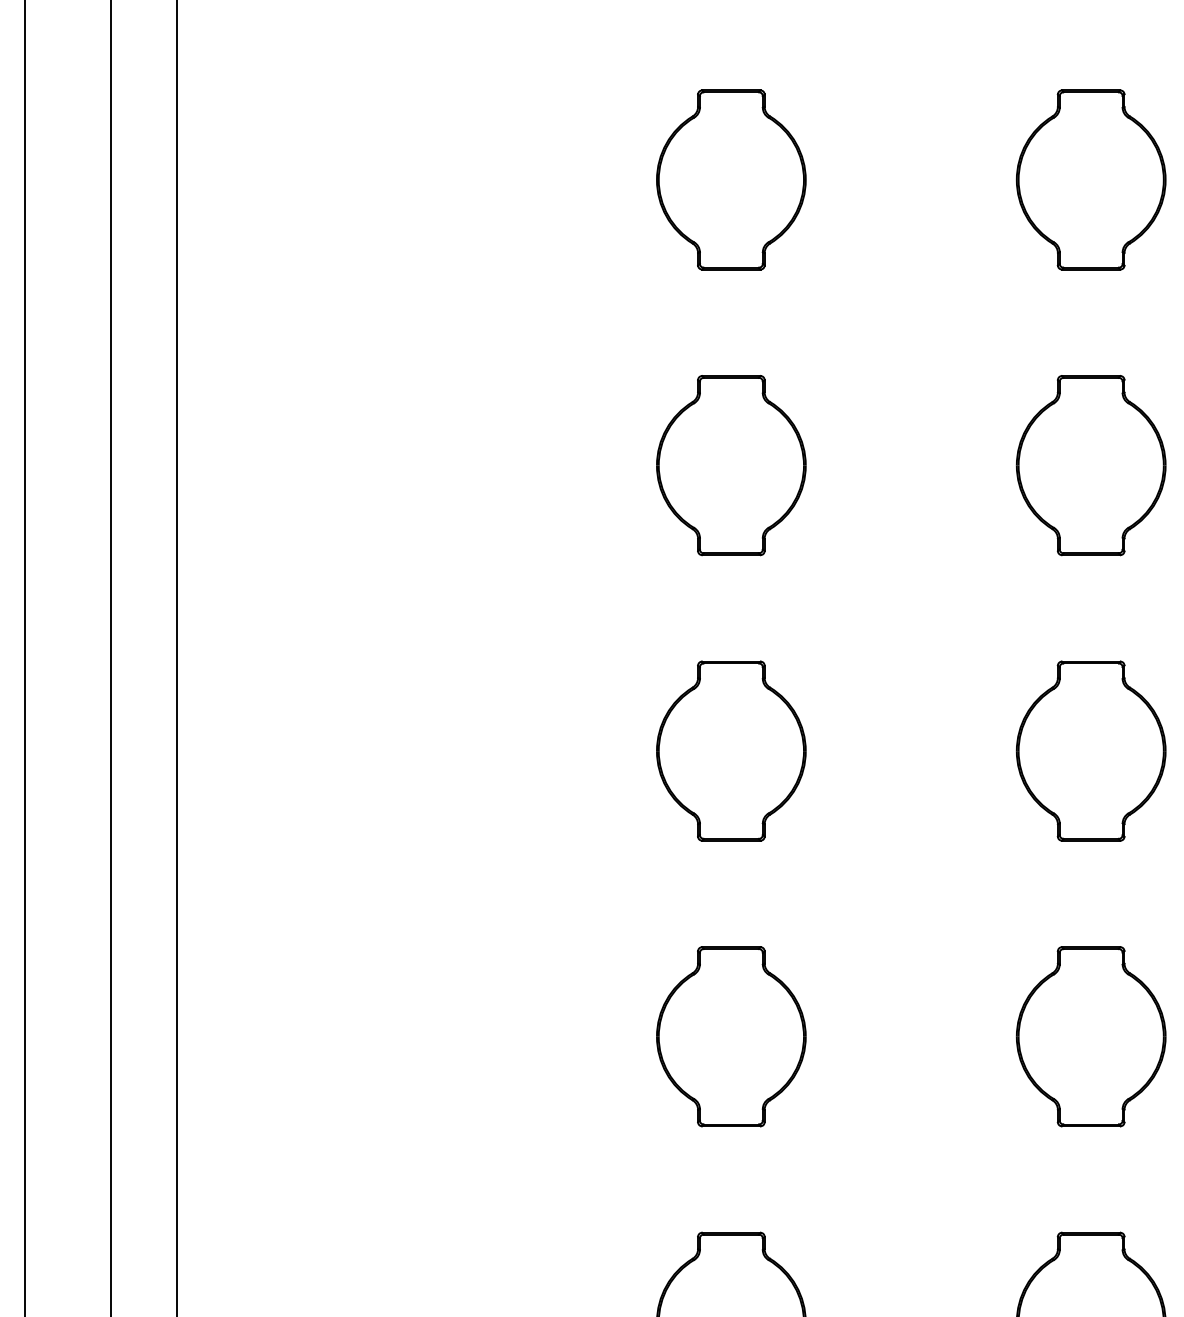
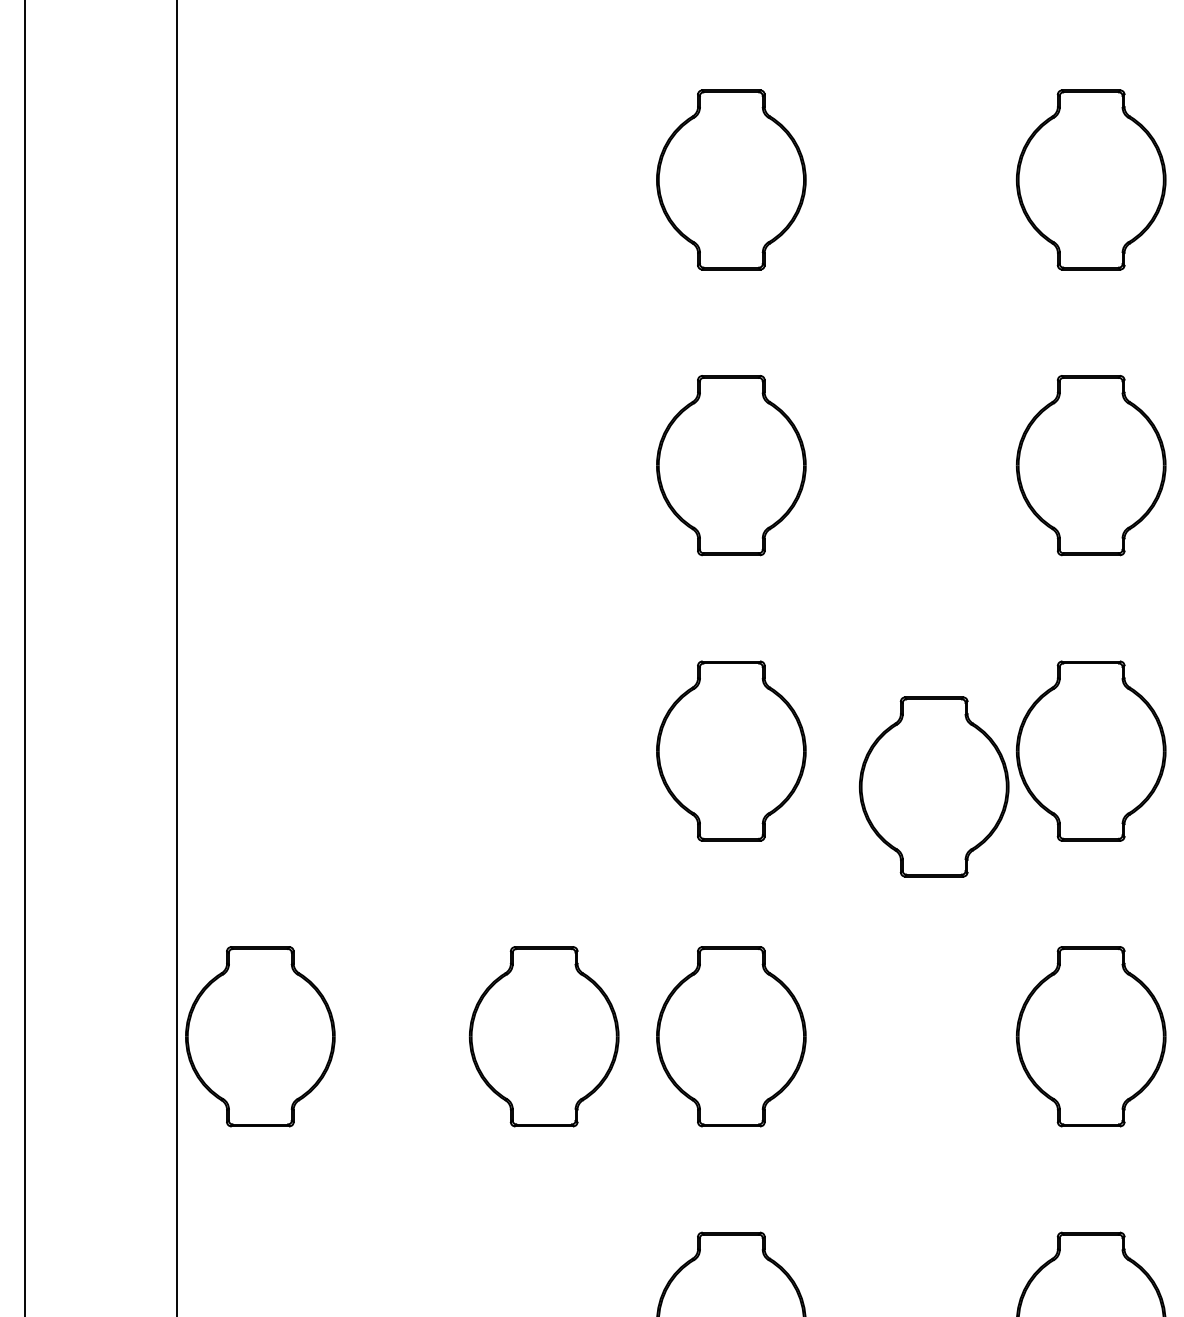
line at (111, 657): present -> none
part at (934, 786): none -> present
part at (260, 1036): none -> present
part at (543, 1036): none -> present
